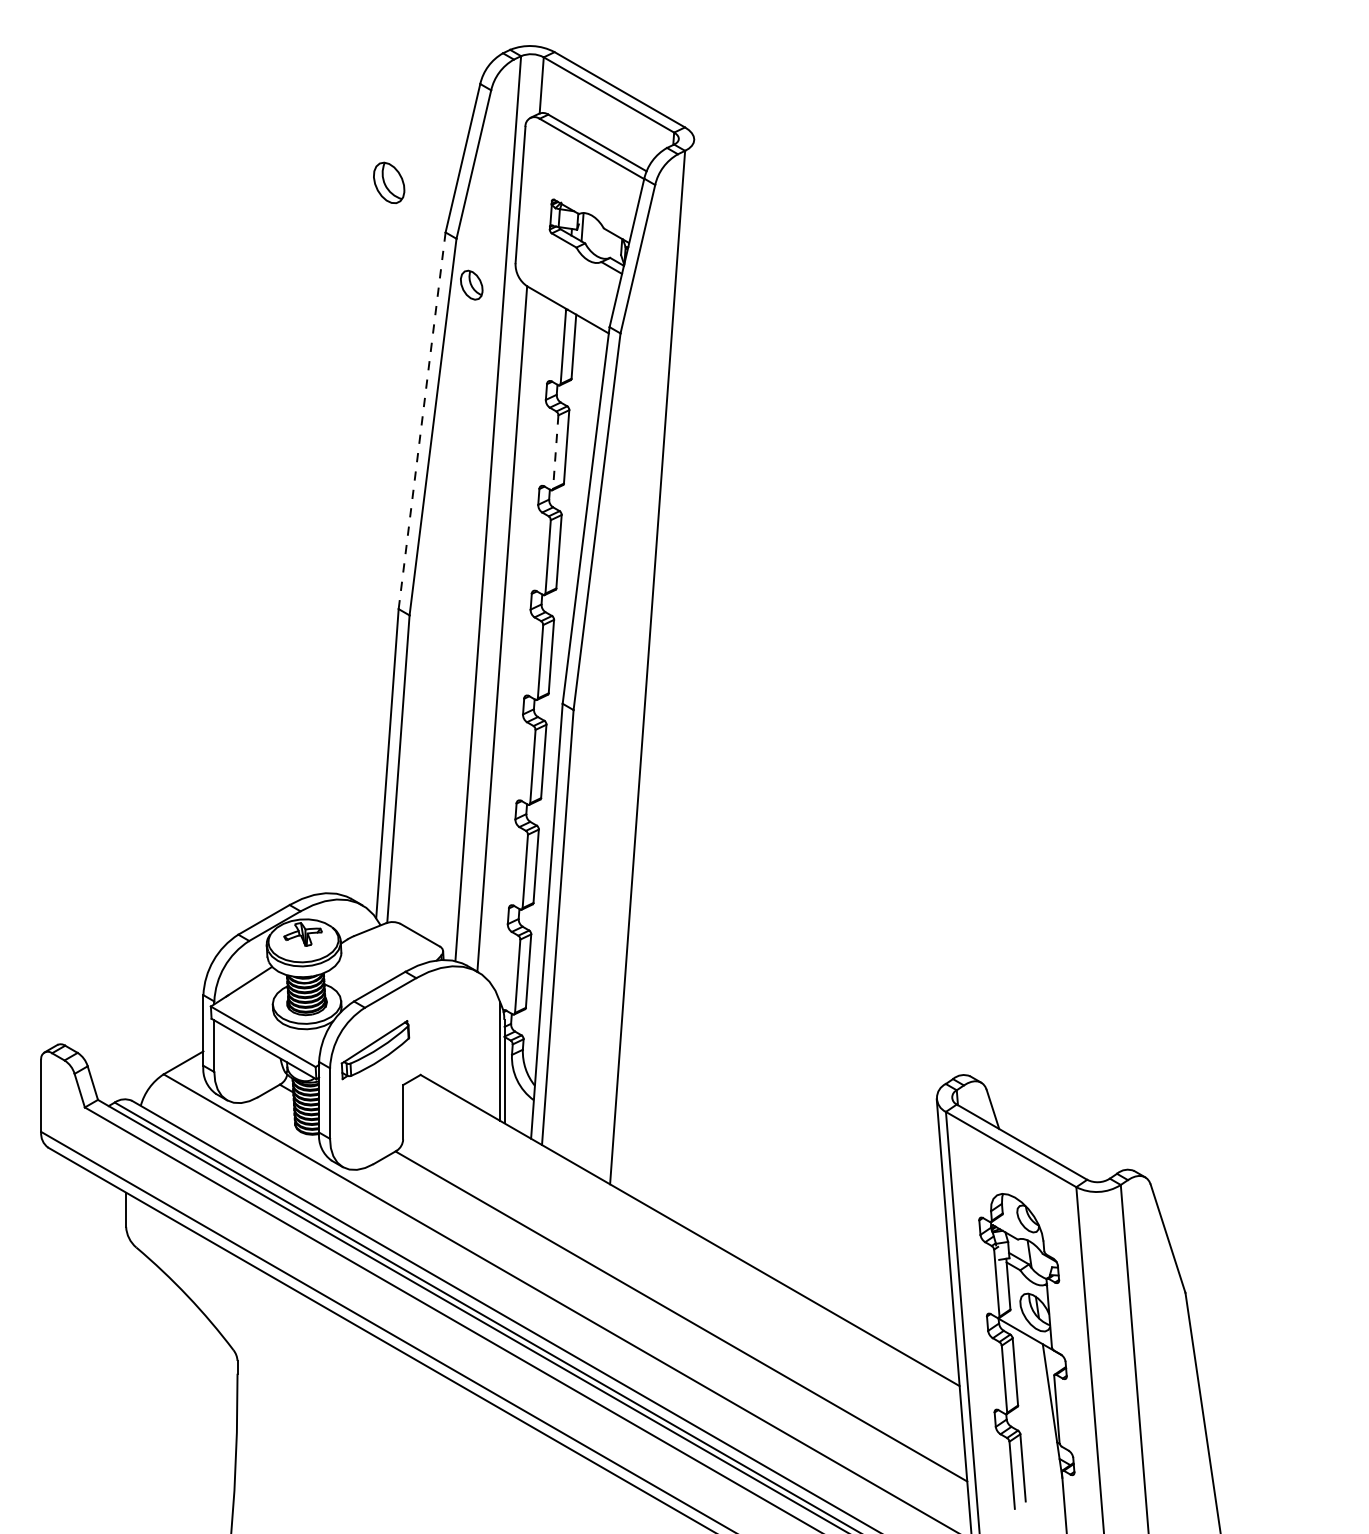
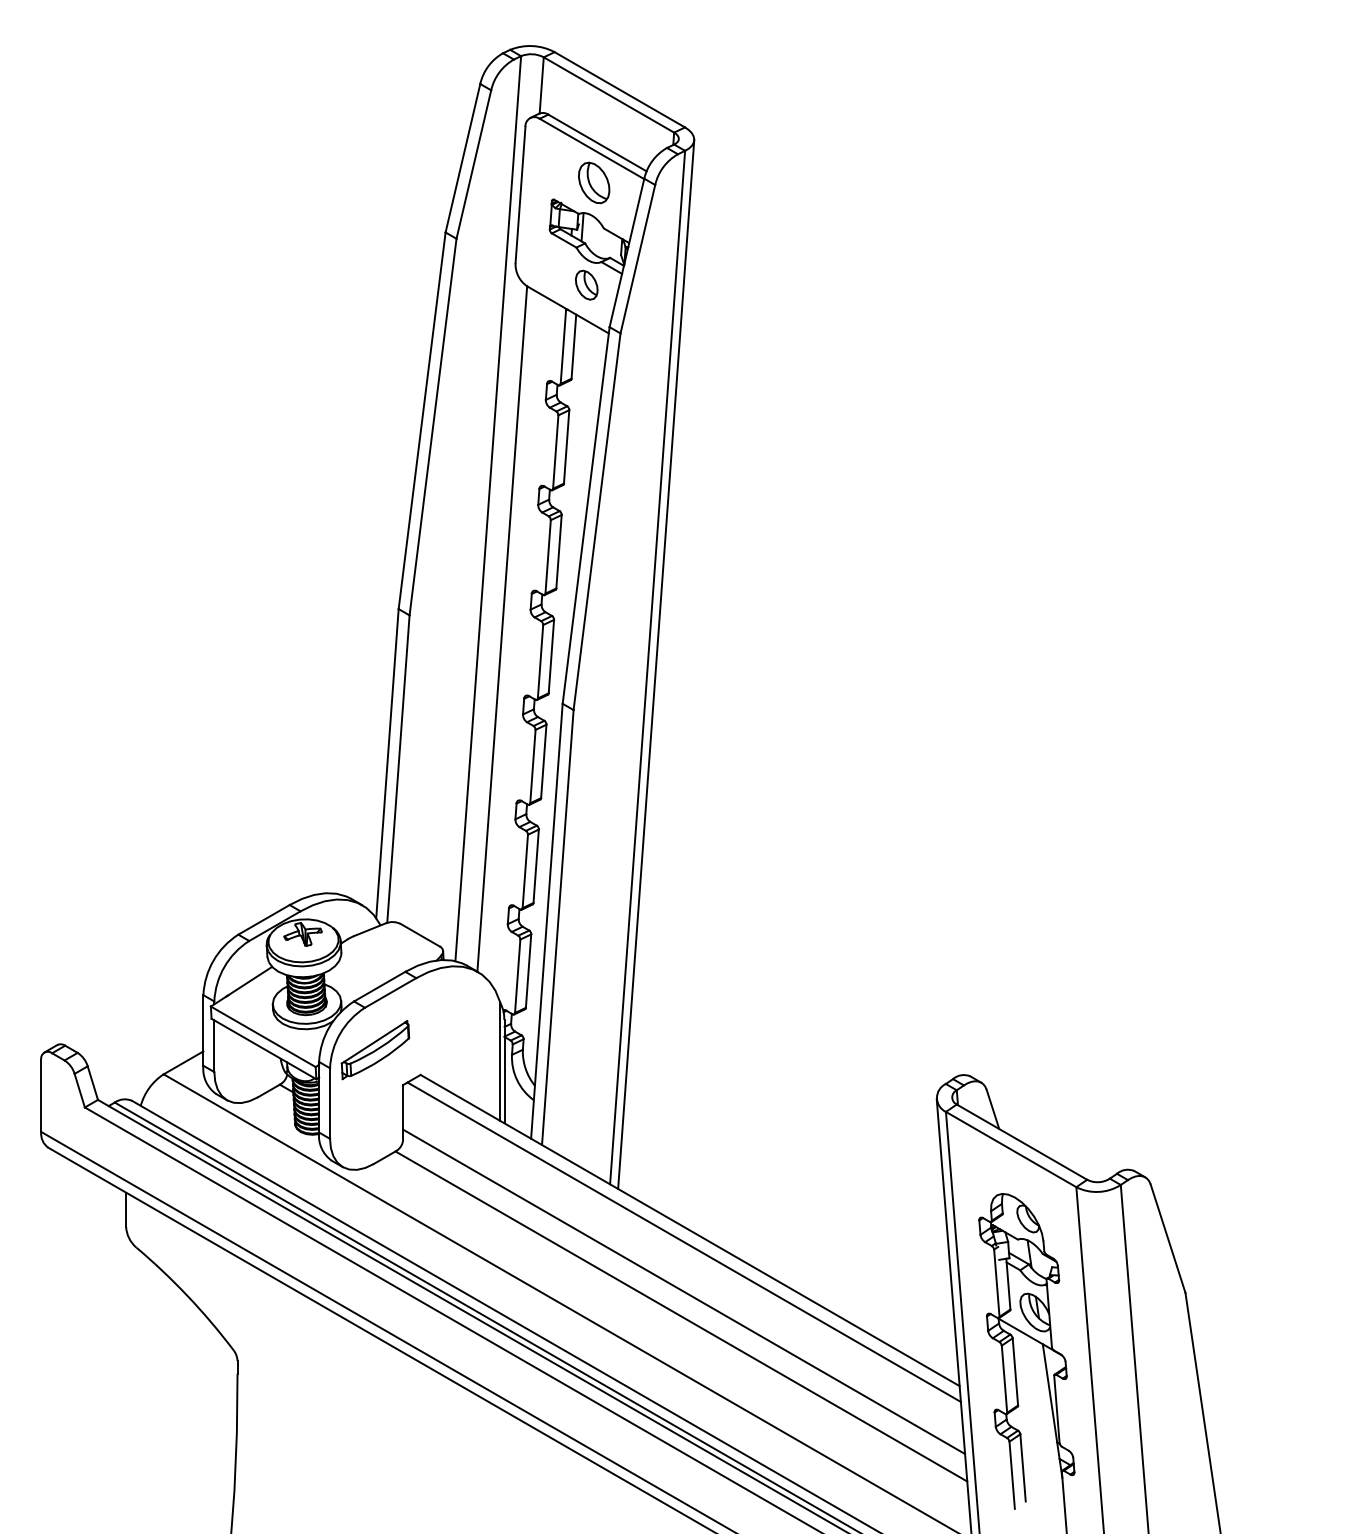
part at (389, 182) position: (389, 182) -> (594, 182)
part at (471, 284) position: (471, 284) -> (586, 284)
line at (422, 420): dashed -> solid
line at (555, 452): dashed -> solid
line at (656, 664): none -> present
line at (683, 1241): none -> present
line at (684, 1291): none -> present
